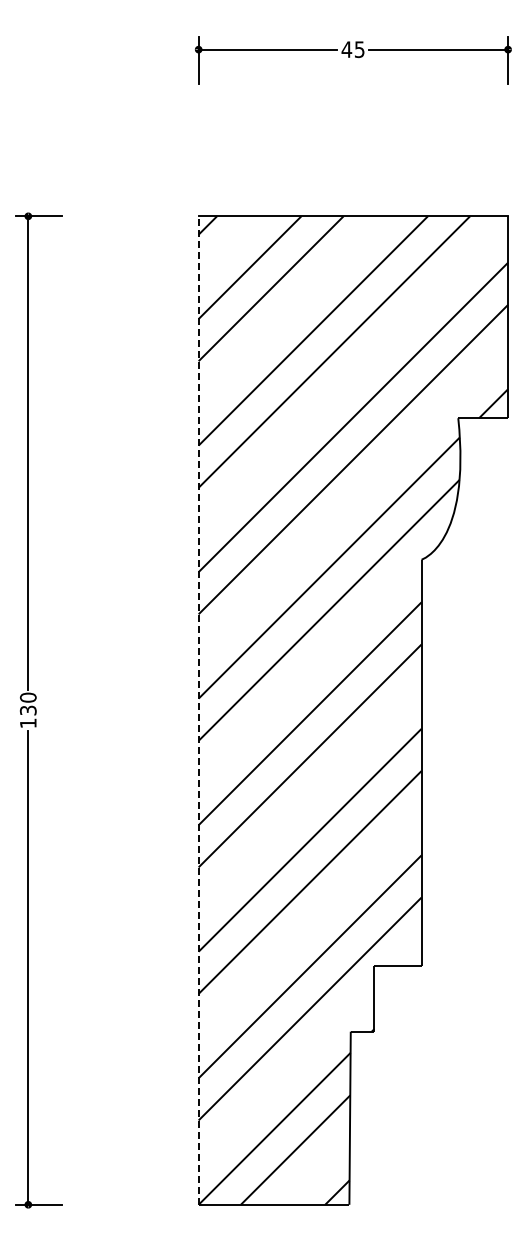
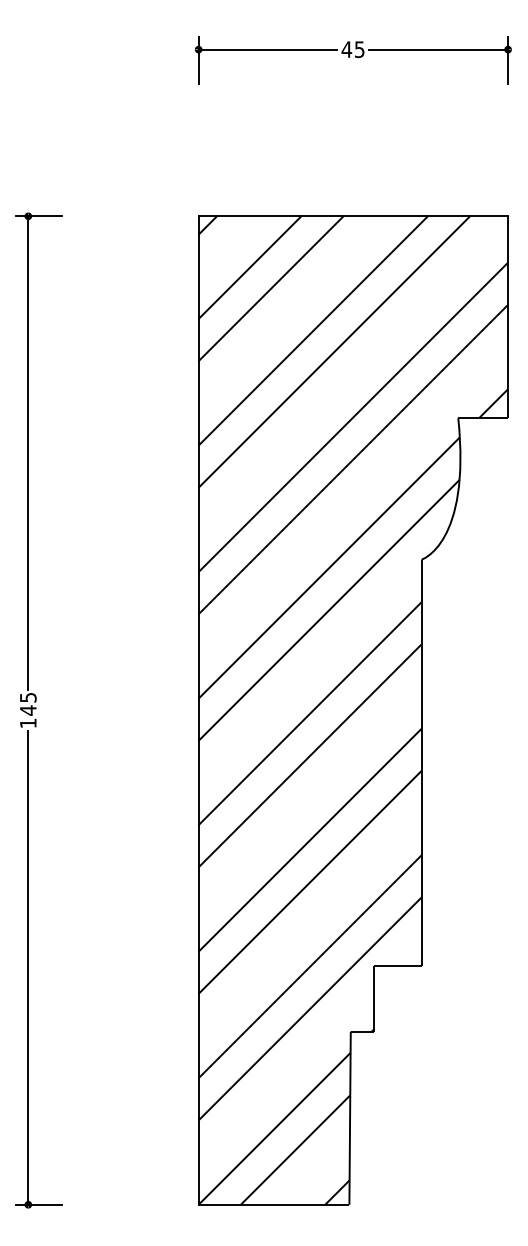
text at (27, 703): 130 -> 145
line at (198, 710): dashed -> solid
